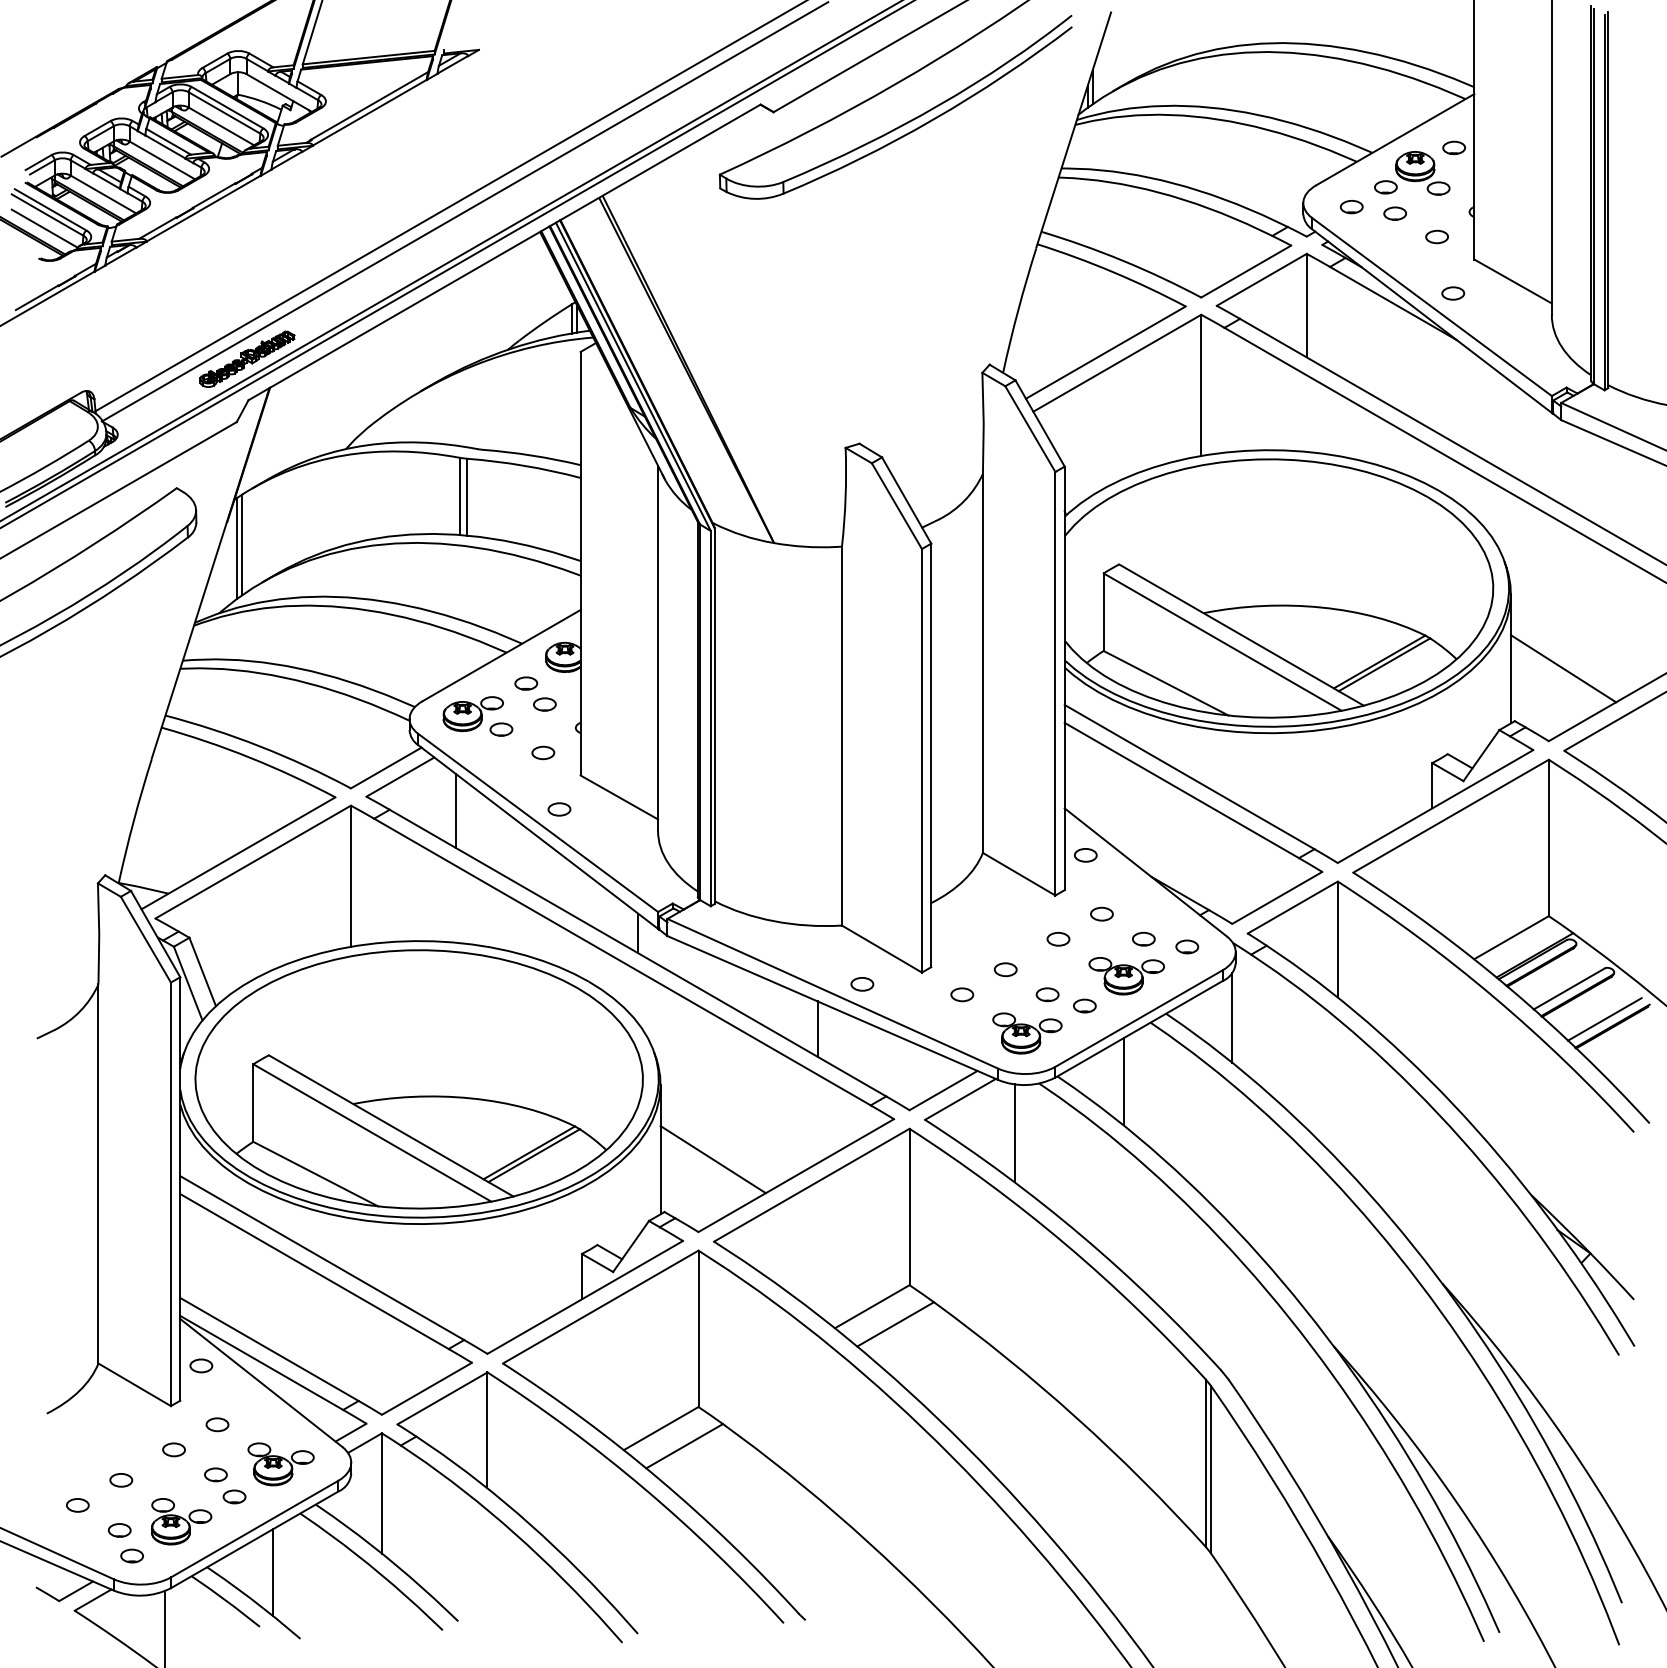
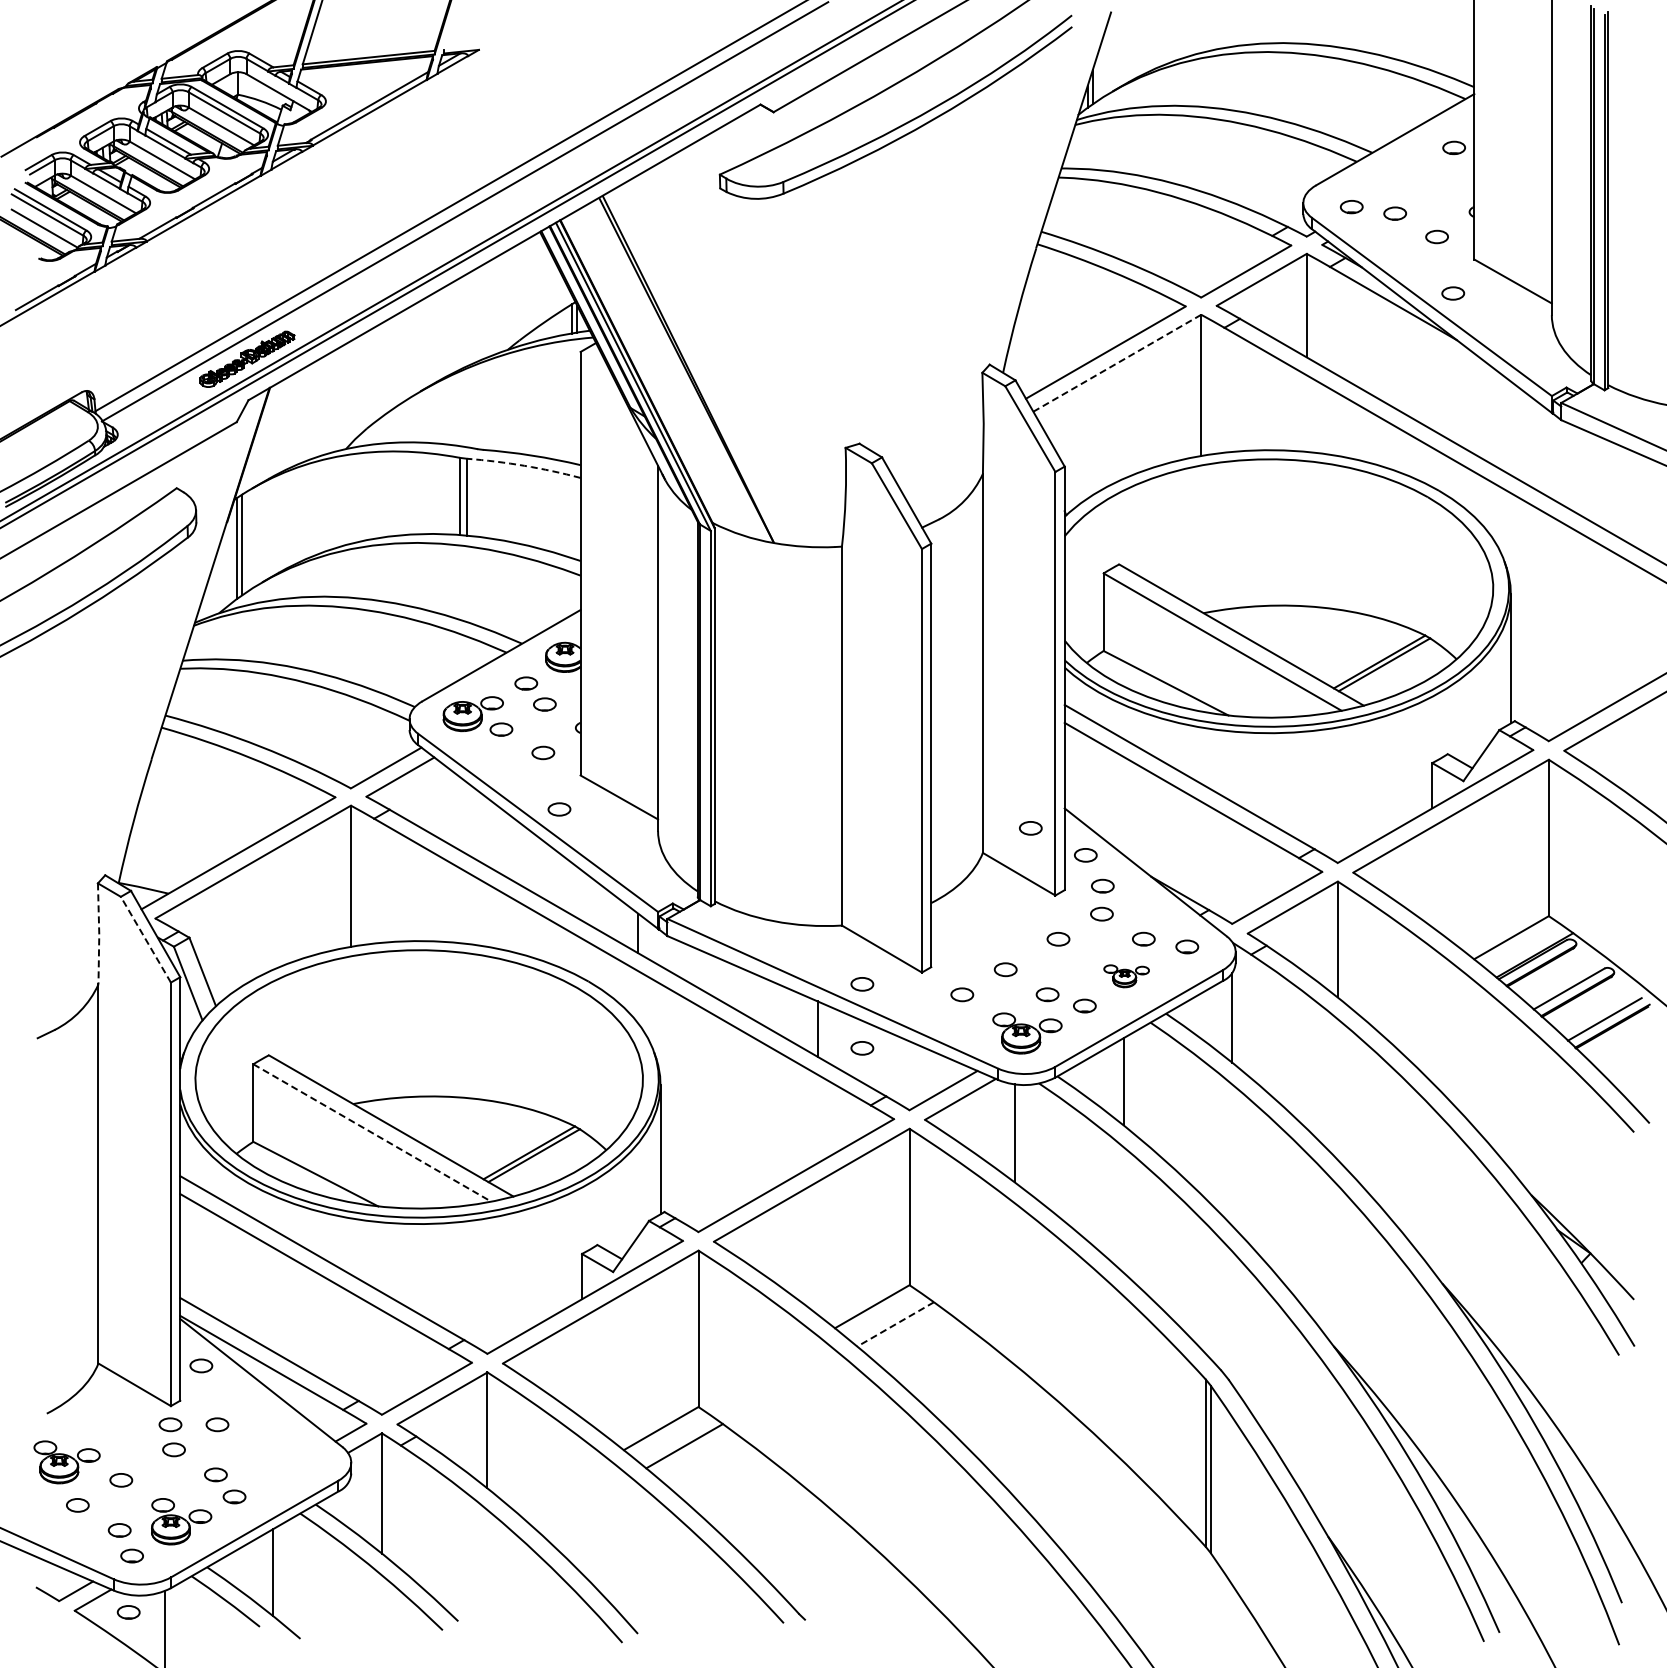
part at (1412, 173): present -> none
line at (1117, 363): solid -> dashed
arc at (524, 465): solid -> dashed
line at (1563, 668): present -> none
line at (456, 811): present -> none
part at (1030, 828): none -> present
part at (1102, 885): none -> present
line at (99, 934): solid -> dashed
line at (145, 939): solid -> dashed
part at (1126, 976) size: 77x39 px -> 47x25 px
part at (862, 1048): none -> present
line at (372, 1133): solid -> dashed
line at (712, 1159): present -> none
line at (895, 1324): solid -> dashed
part at (170, 1424): none -> present
part at (280, 1464) position: (280, 1464) -> (66, 1462)
part at (128, 1612): none -> present
